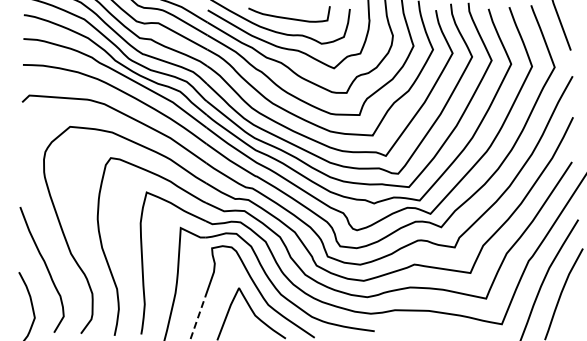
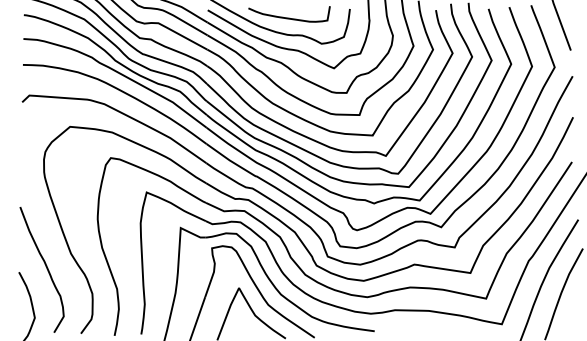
line at (197, 318): dashed -> solid
